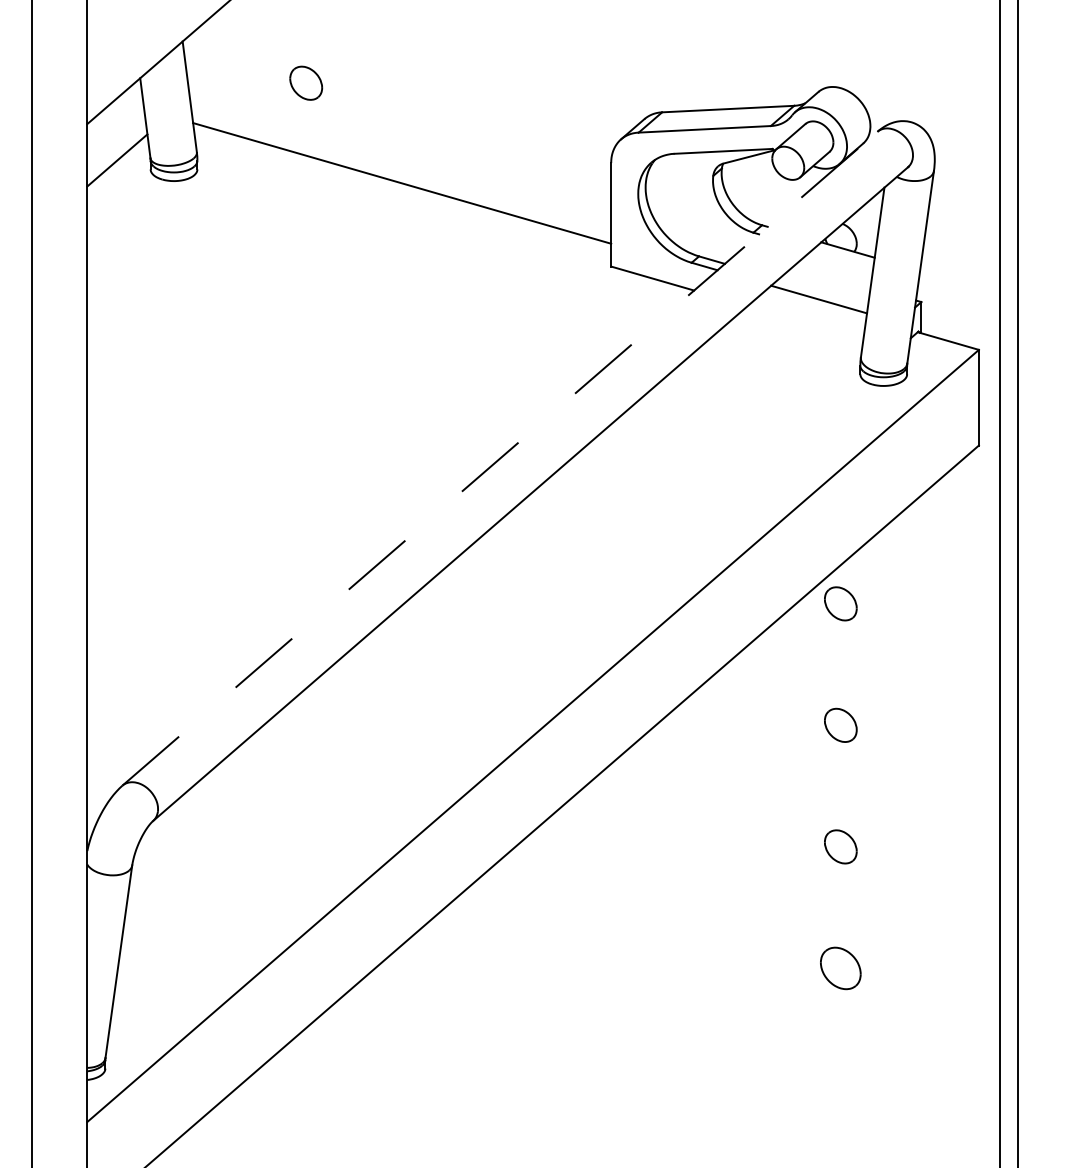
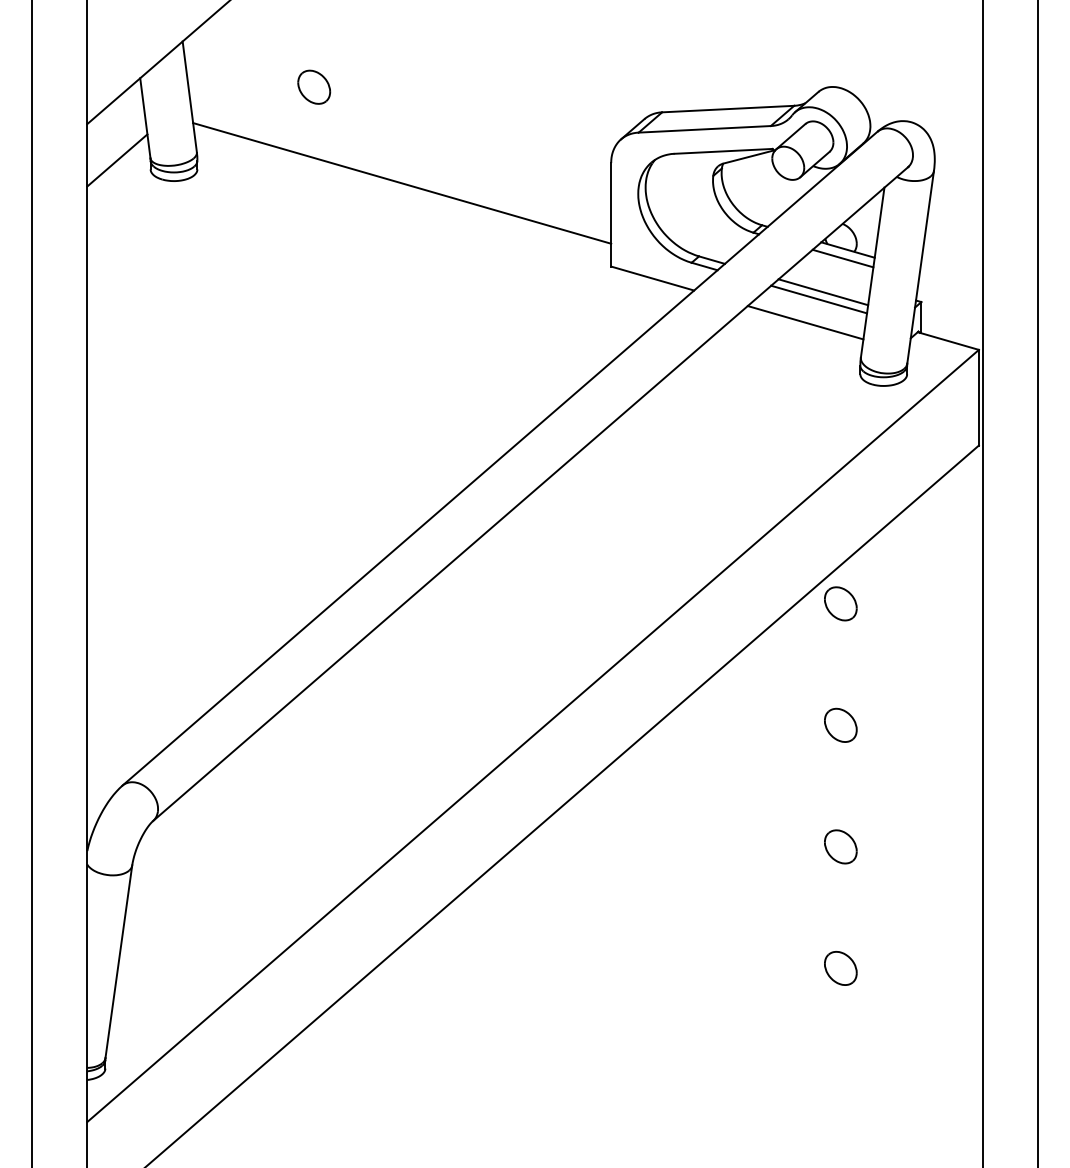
part at (306, 82) position: (306, 82) -> (314, 86)
line at (842, 258): none -> present
line at (823, 292): none -> present
line at (805, 322): none -> present
line at (500, 458): dashed -> solid
line at (999, 583) position: (999, 583) -> (982, 583)
line at (1017, 583) position: (1017, 583) -> (1037, 583)
part at (840, 968) size: 42x45 px -> 34x35 px
